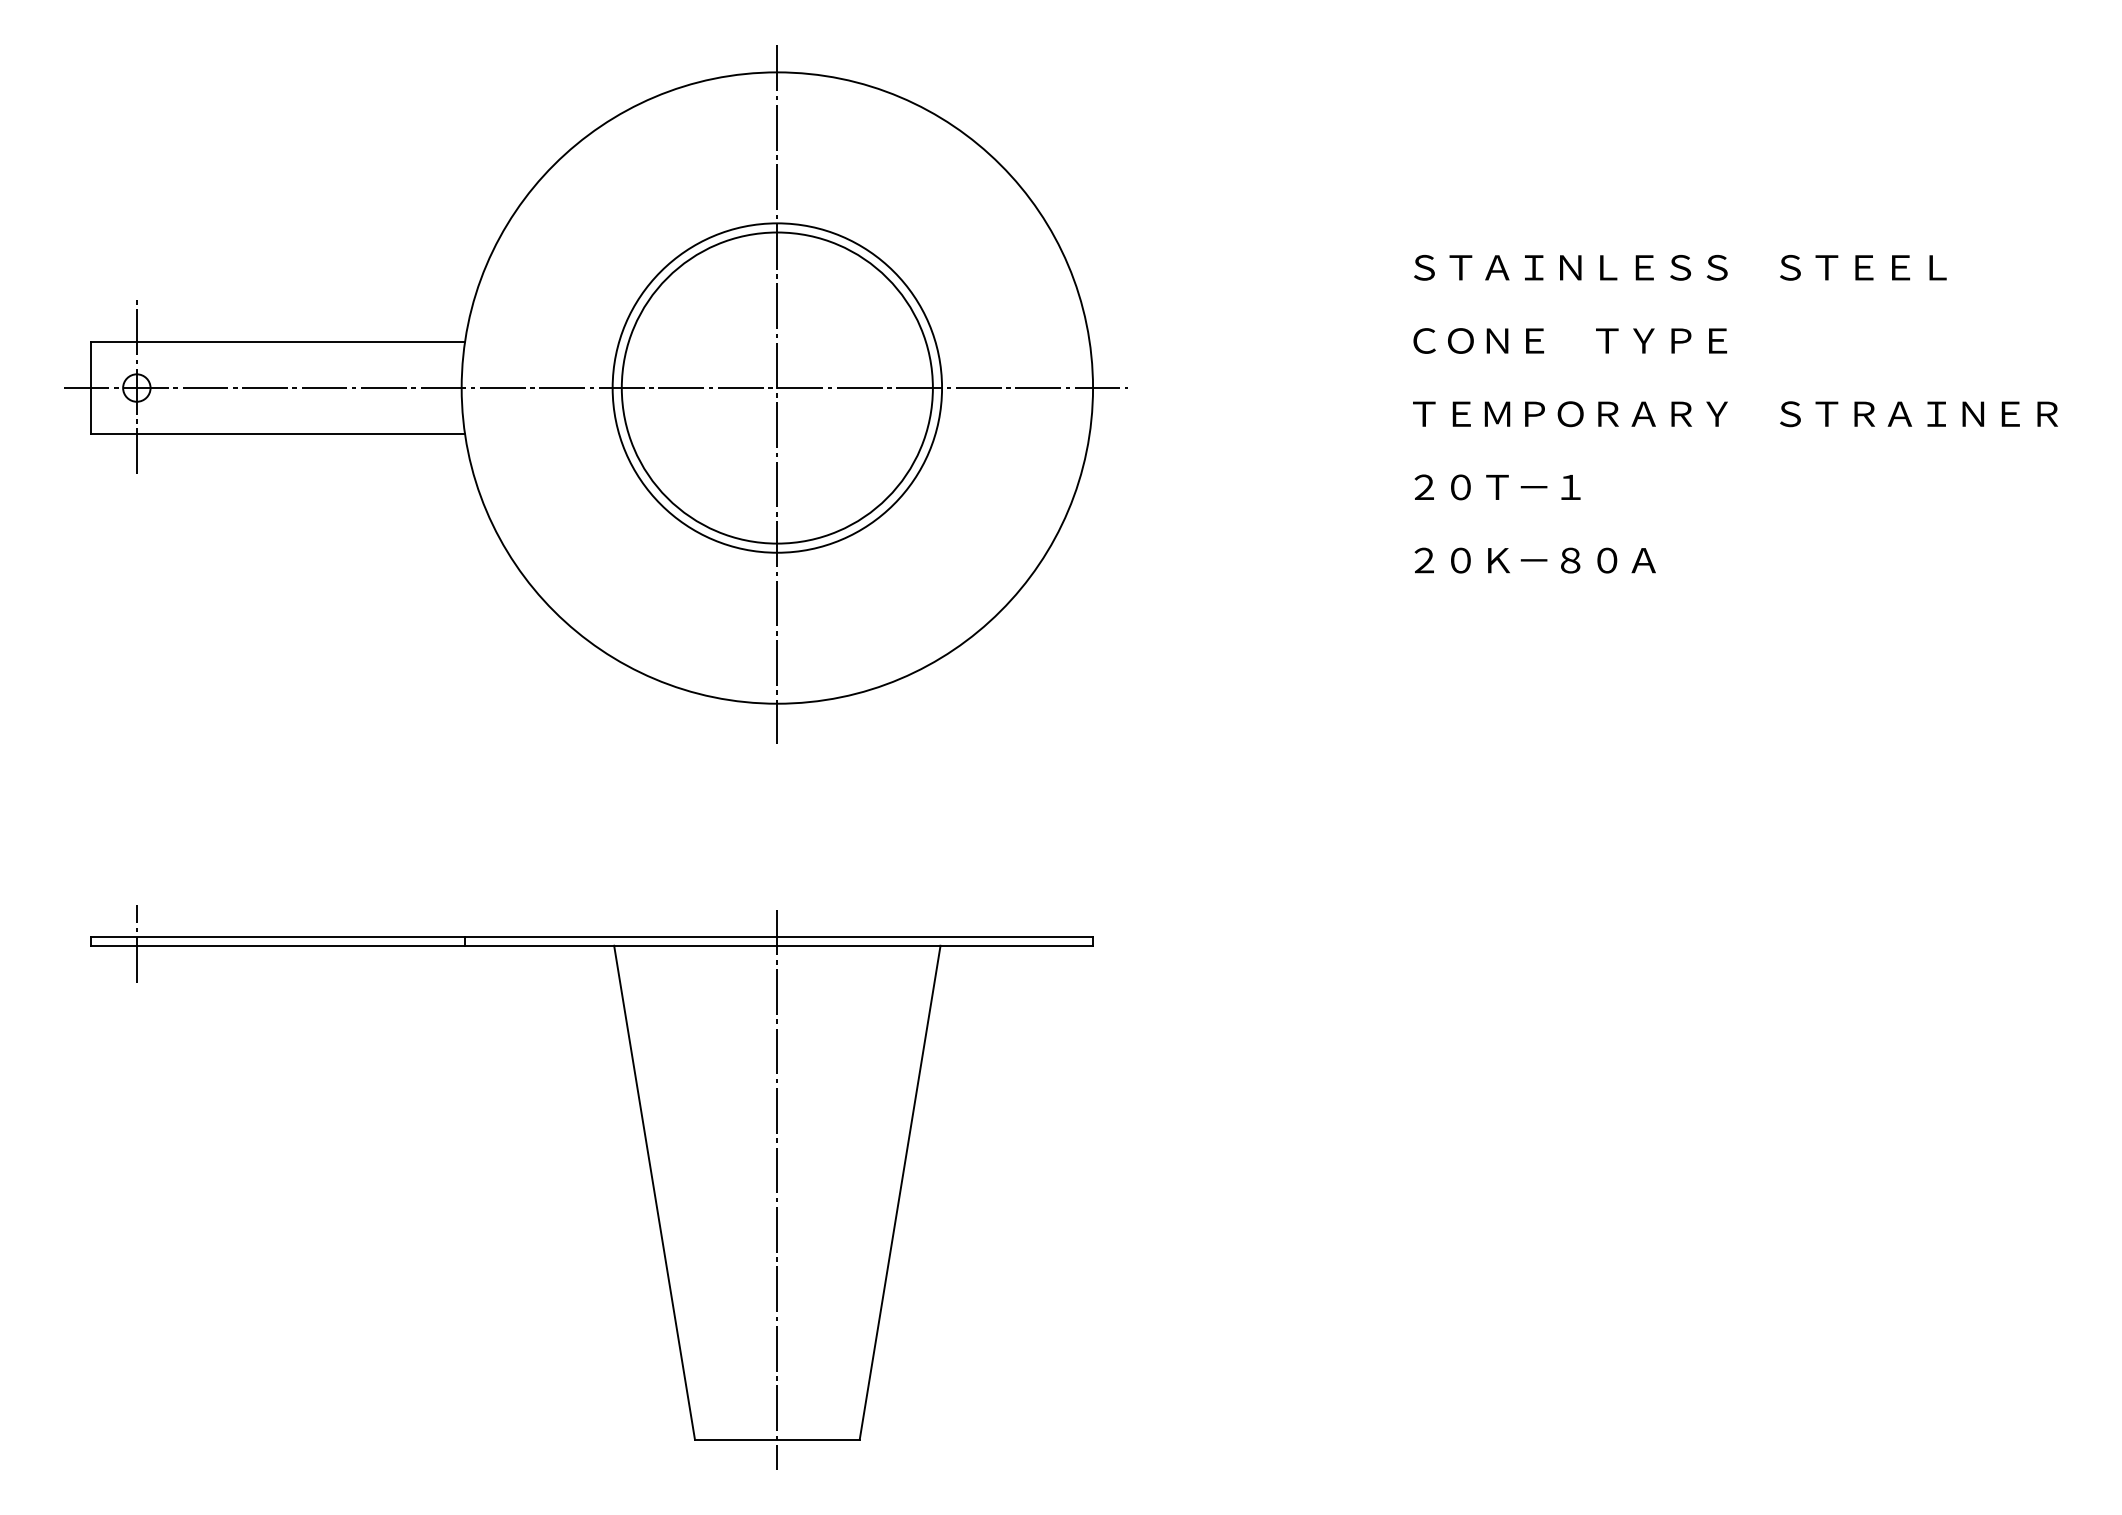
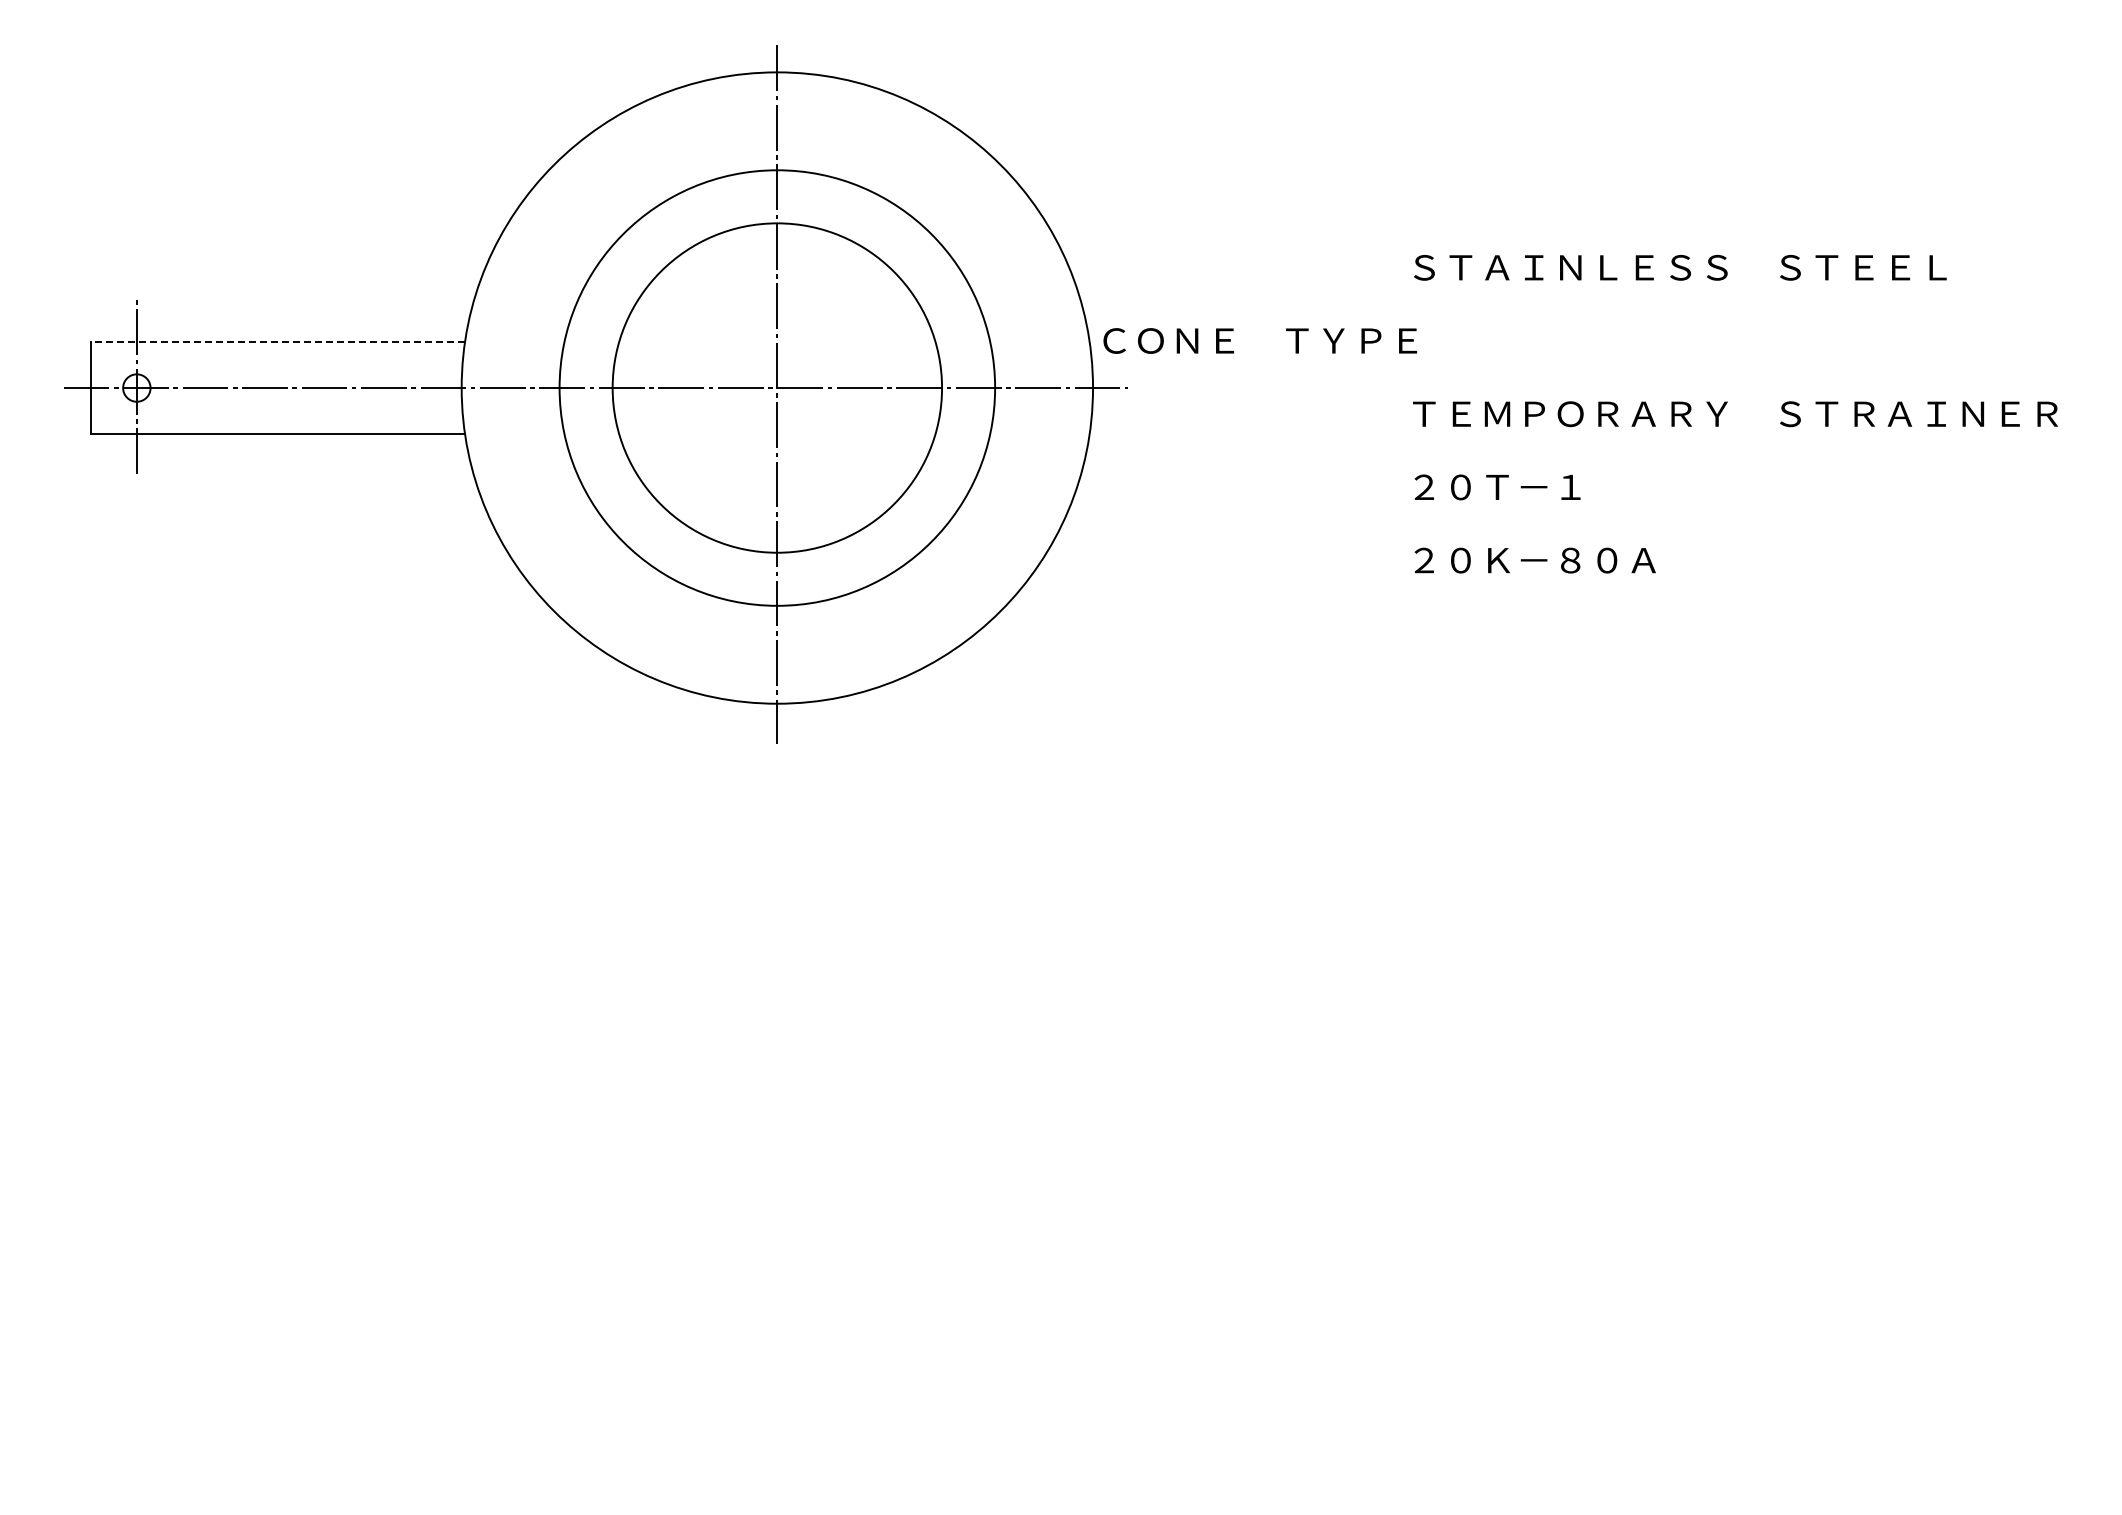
text at (1569, 340) position: (1569, 340) -> (1259, 340)
line at (278, 342): solid -> dashed
circle at (776, 387) diameter: 311 px -> 436 px
part at (650, 1175): present -> none
